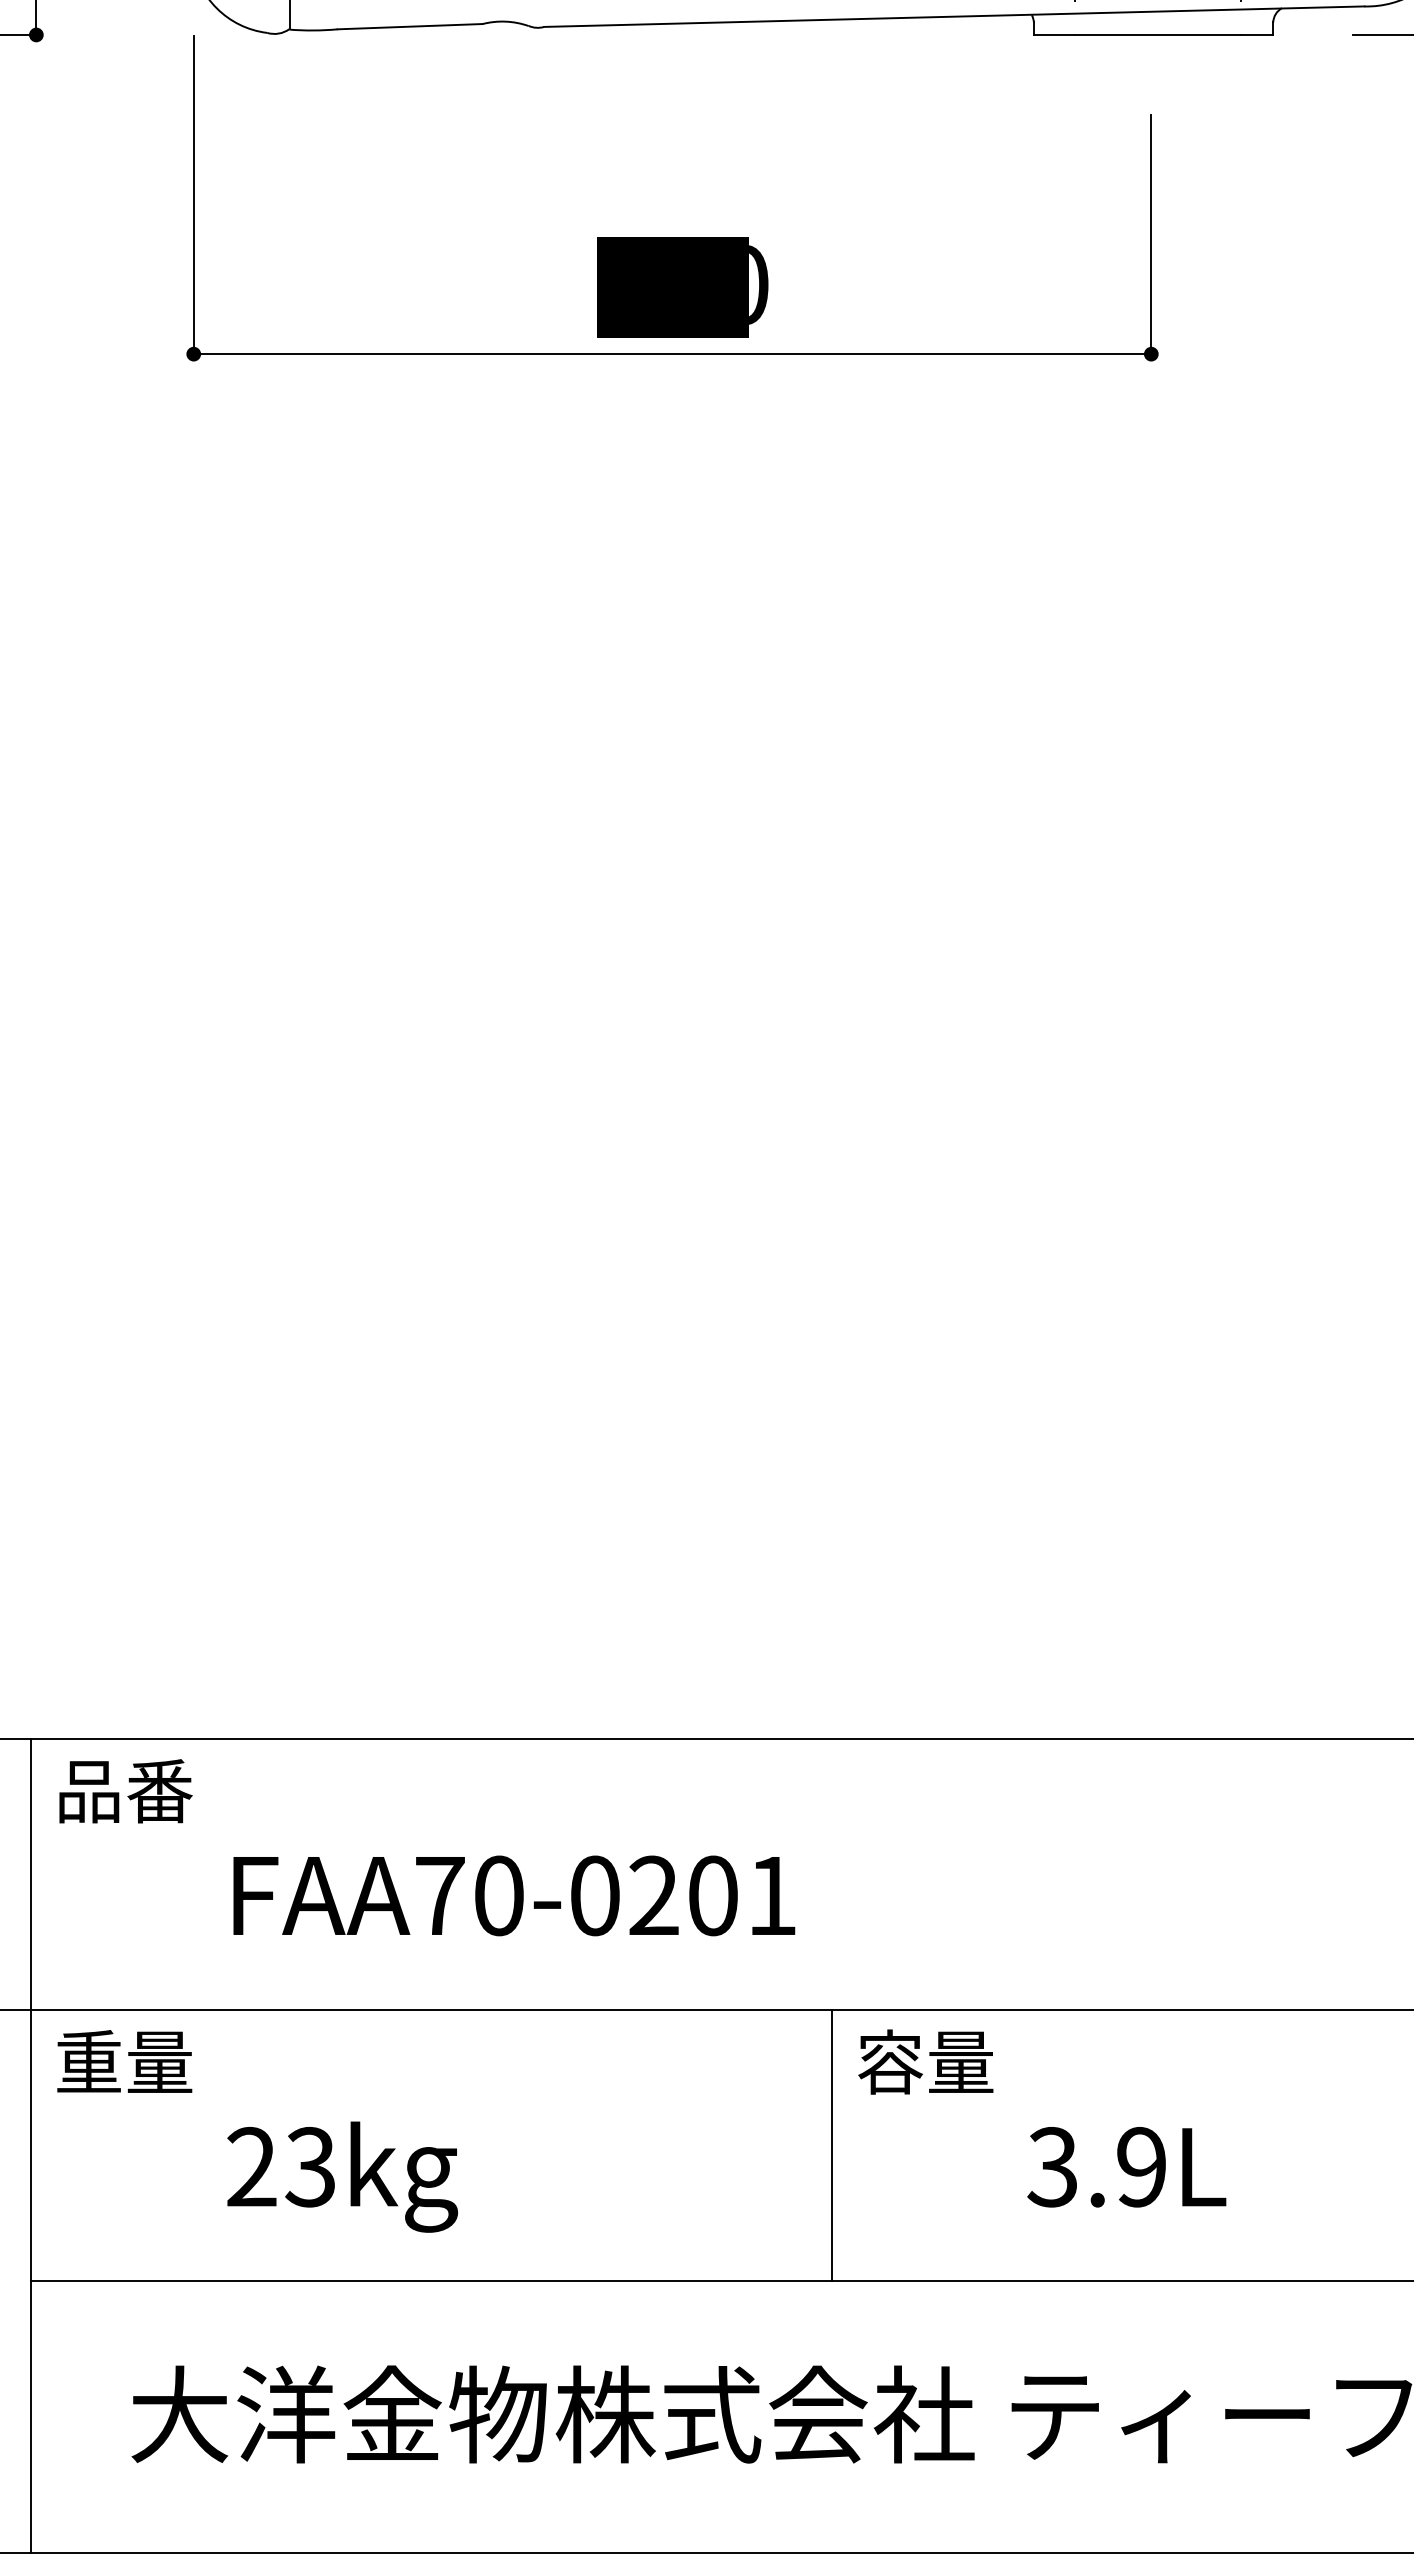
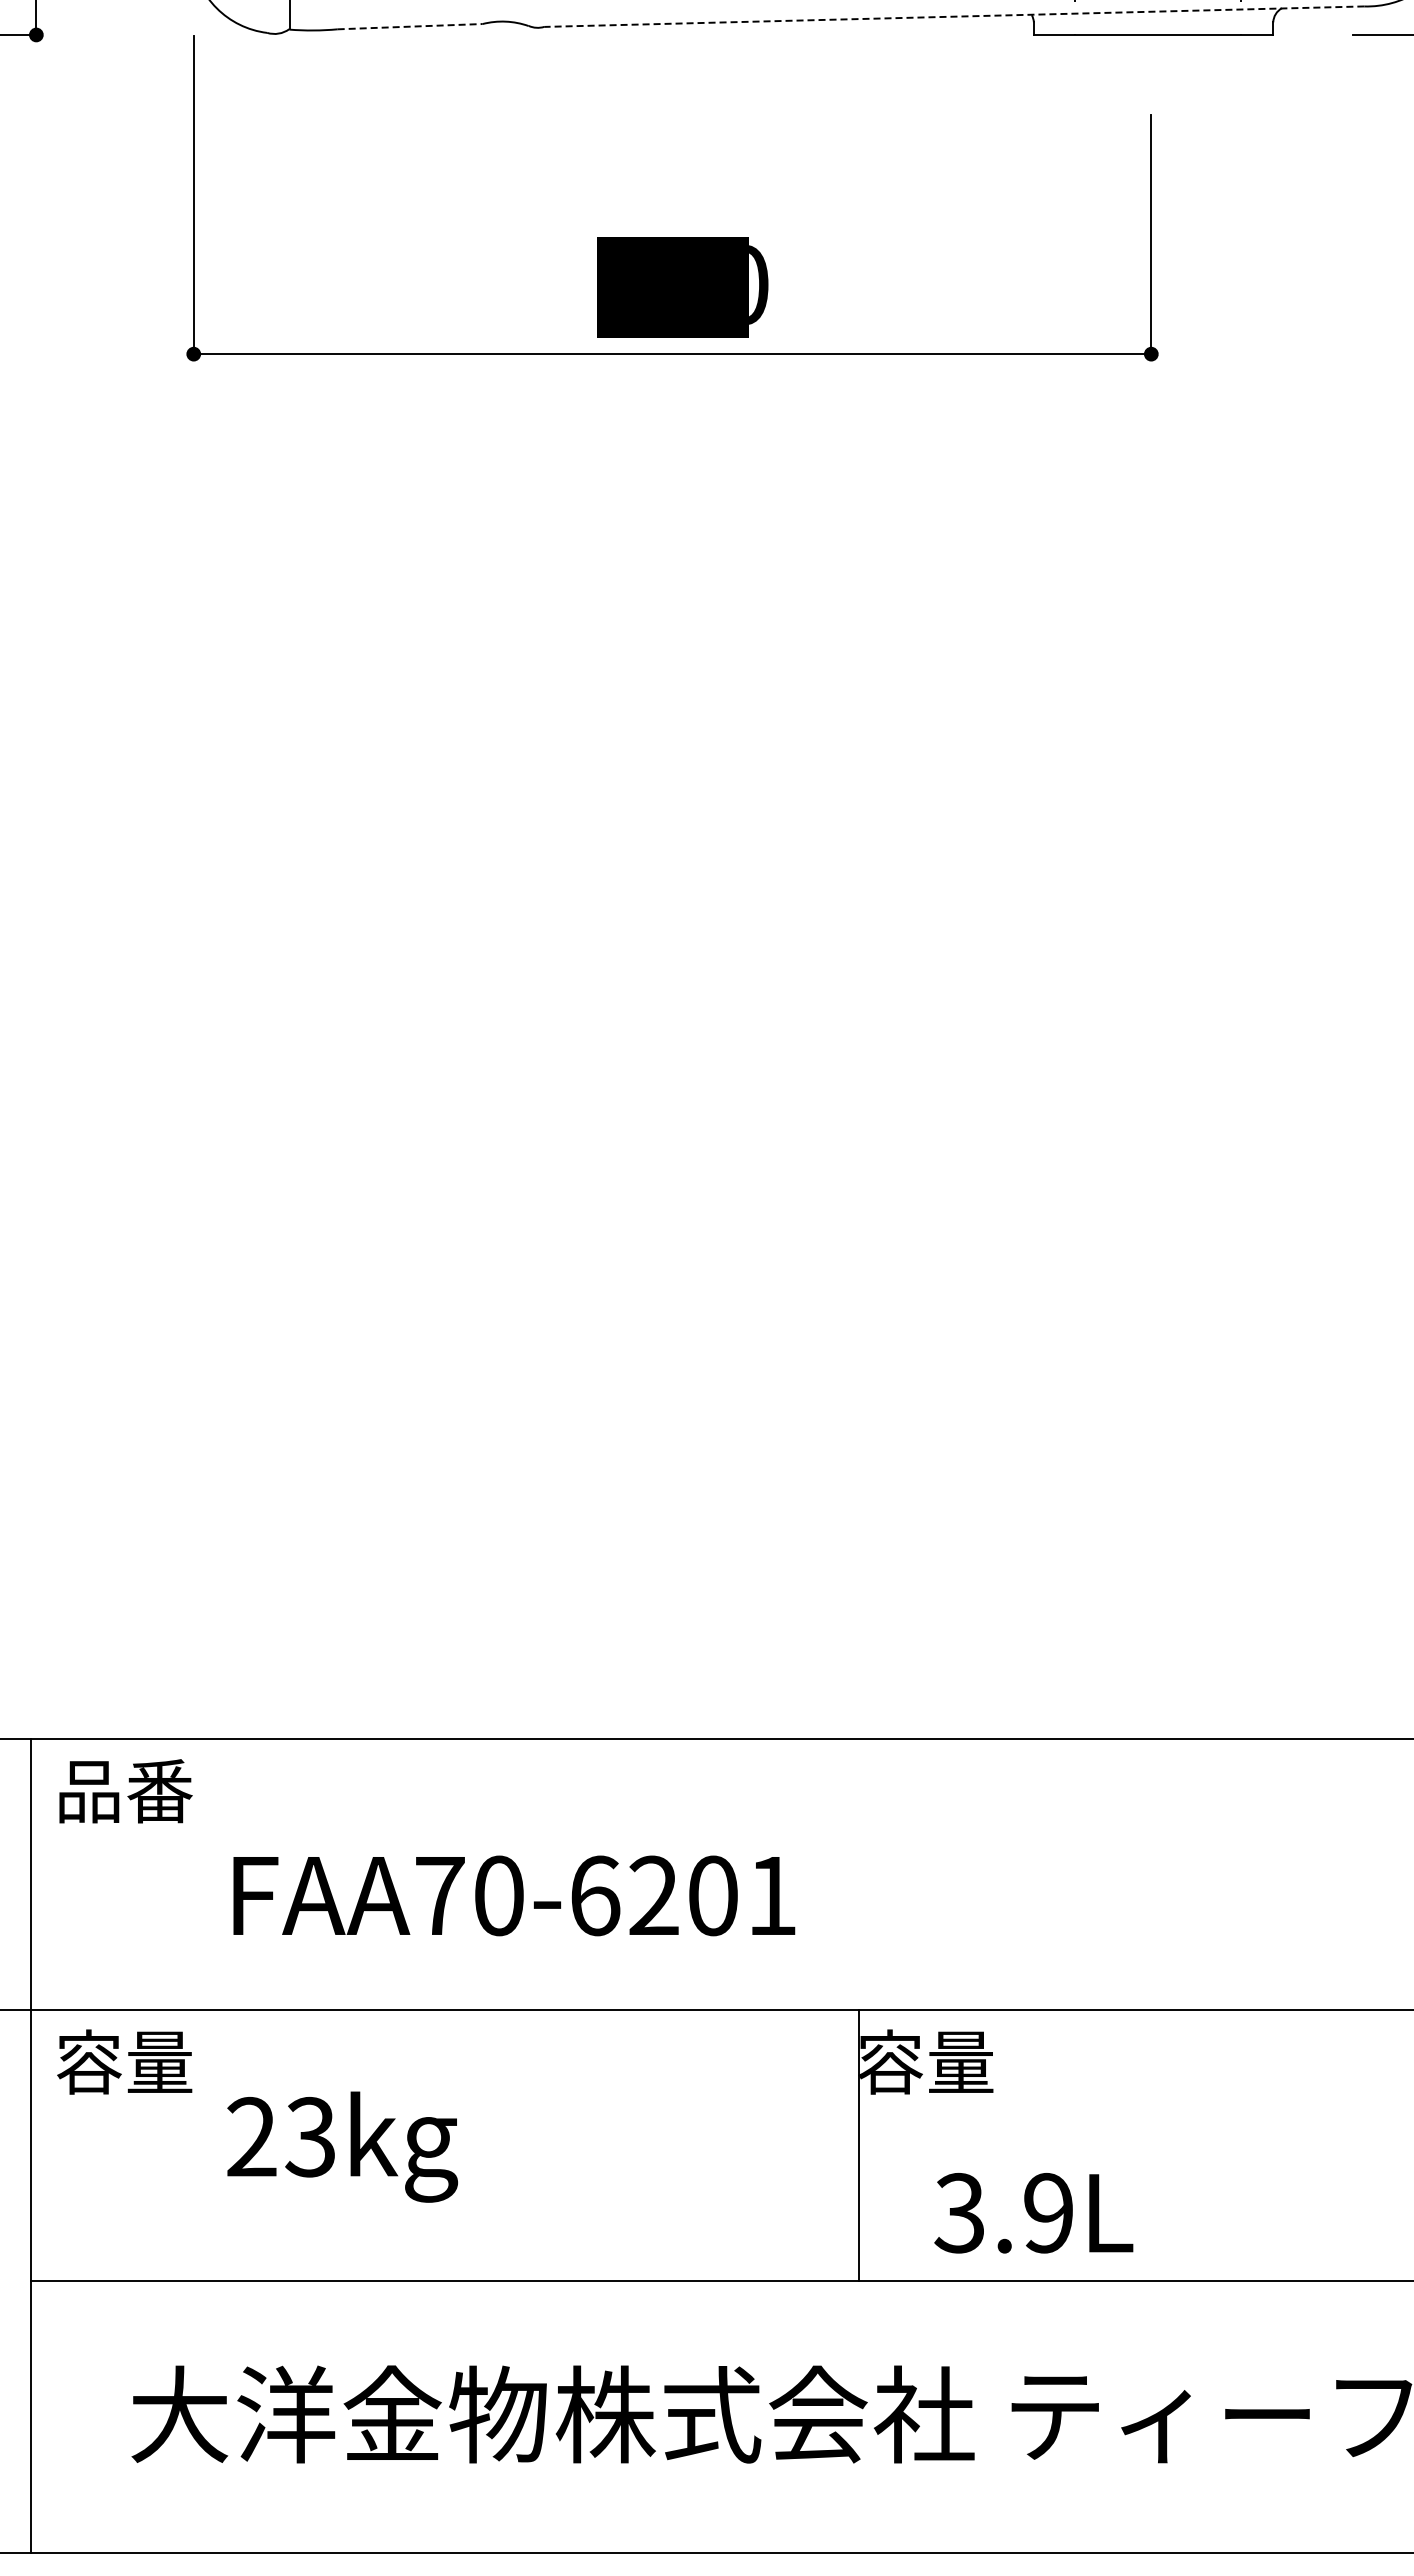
line at (953, 16): solid -> dashed
line at (410, 26): solid -> dashed
text at (595, 1895): FAA70-0201 -> FAA70-6201
text at (89, 2061): 重量 -> 容量
line at (832, 2145) position: (832, 2145) -> (859, 2145)
text at (1126, 2167) position: (1126, 2167) -> (1033, 2213)
text at (342, 2176) position: (342, 2176) -> (342, 2146)
